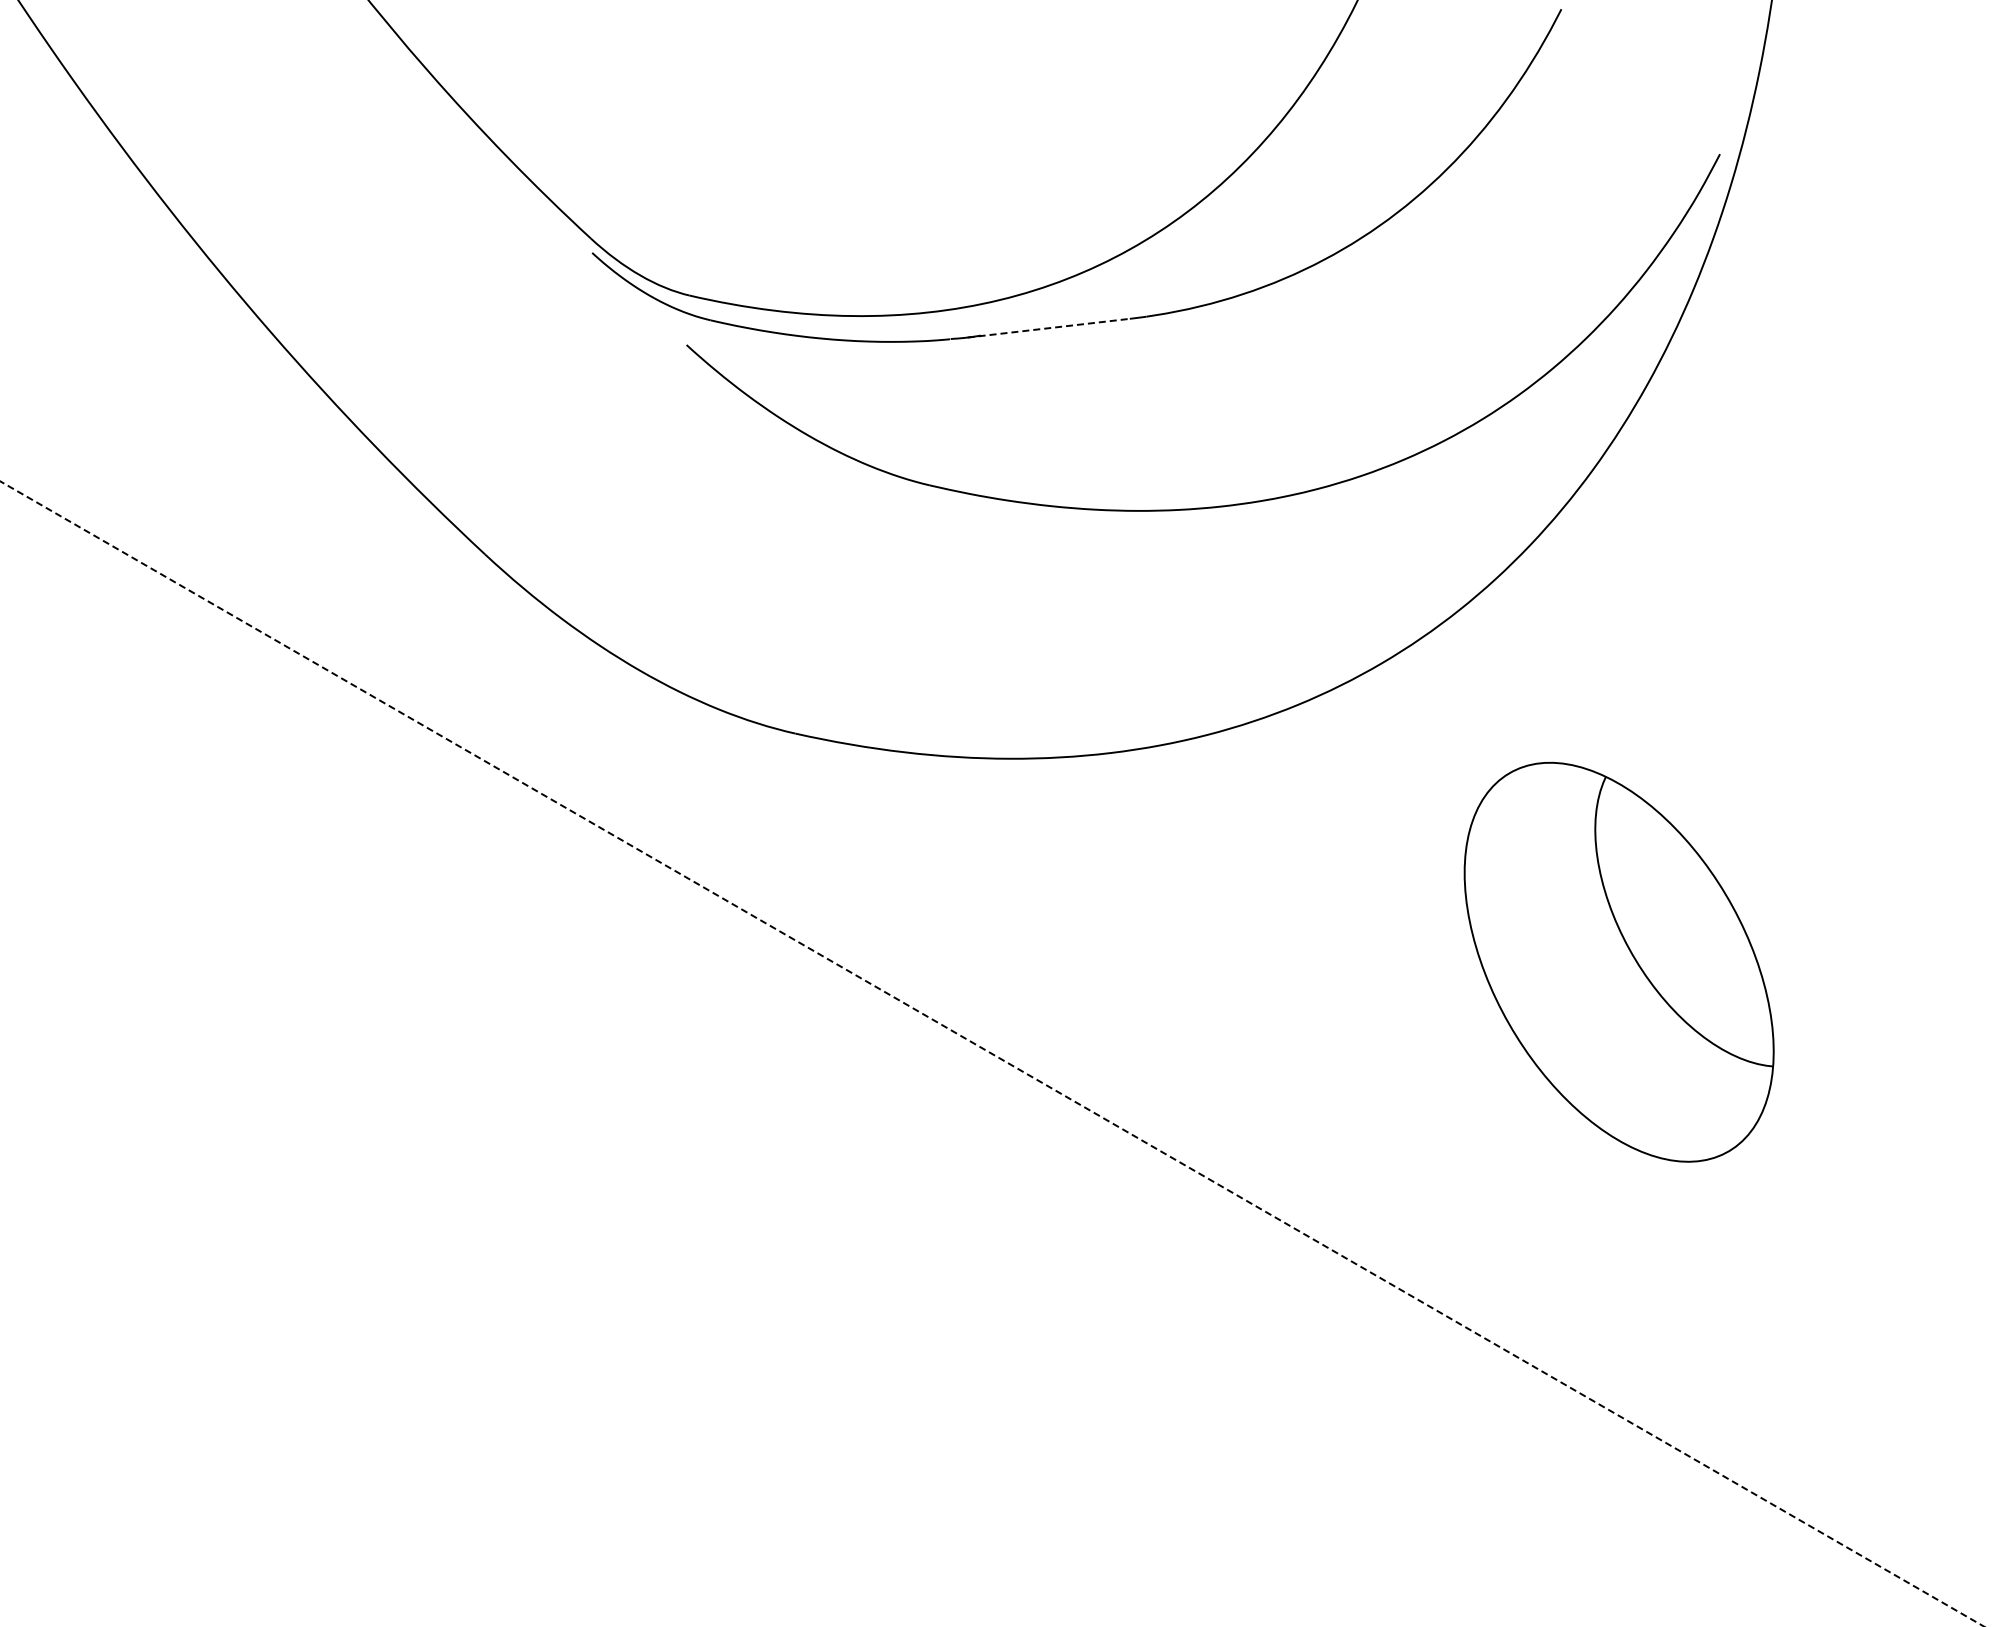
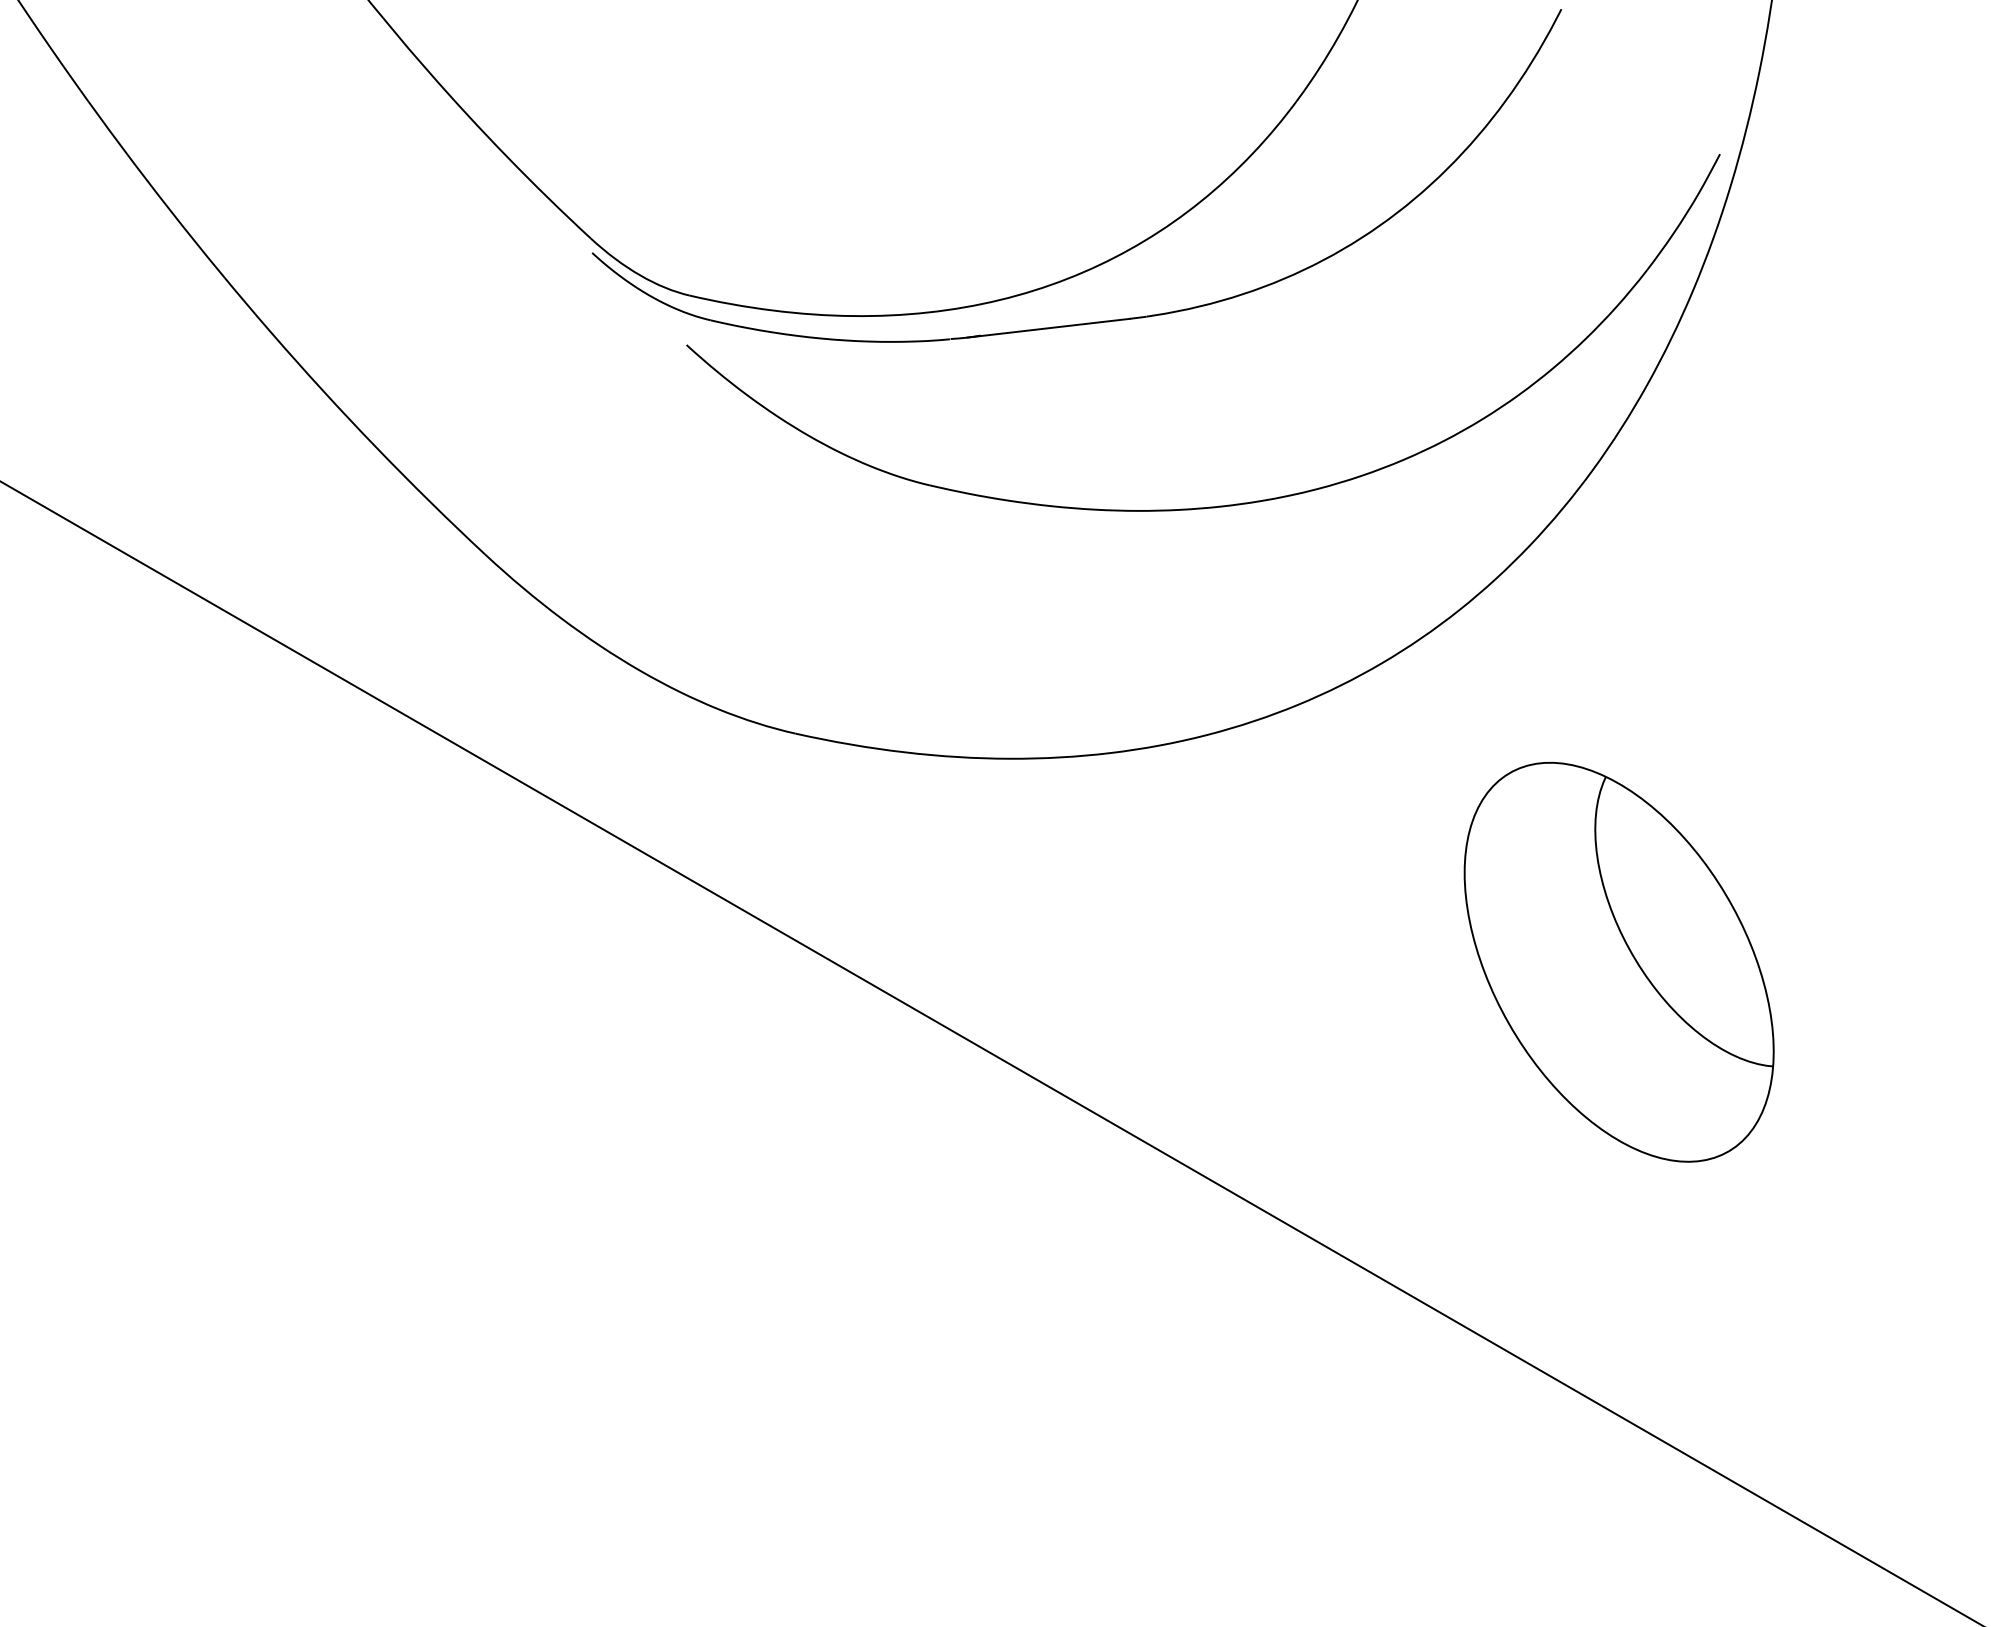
line at (1048, 328): dashed -> solid
line at (992, 1053): dashed -> solid
